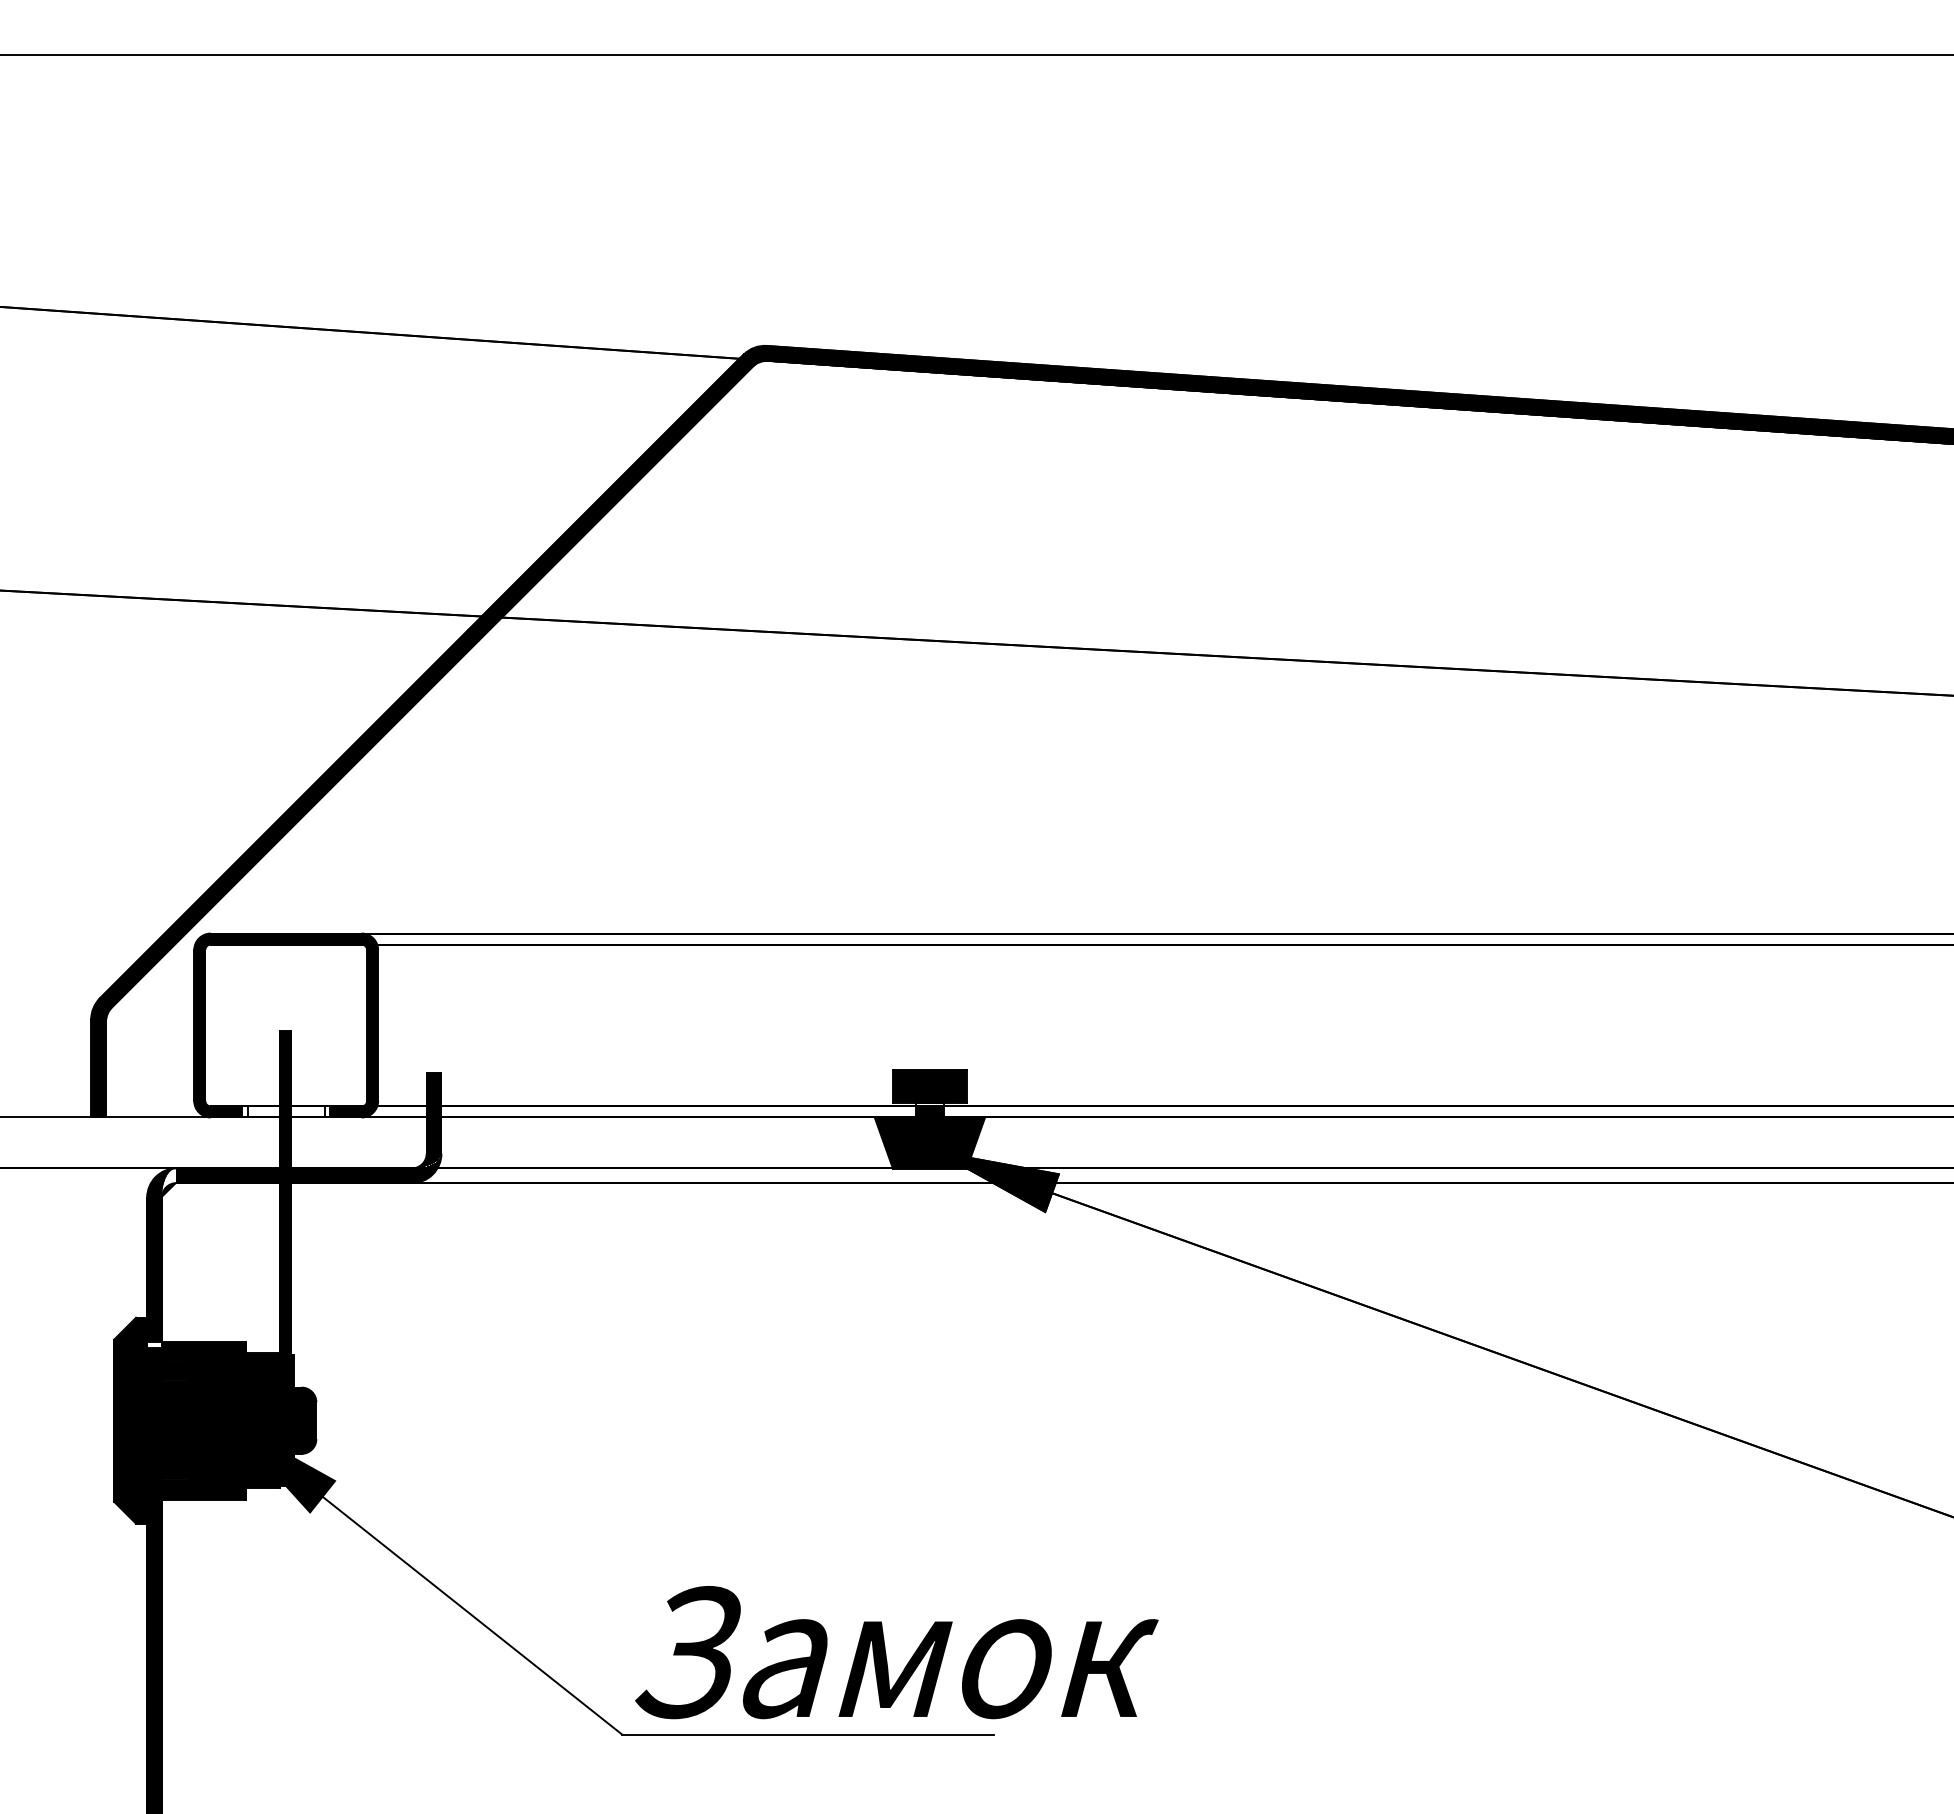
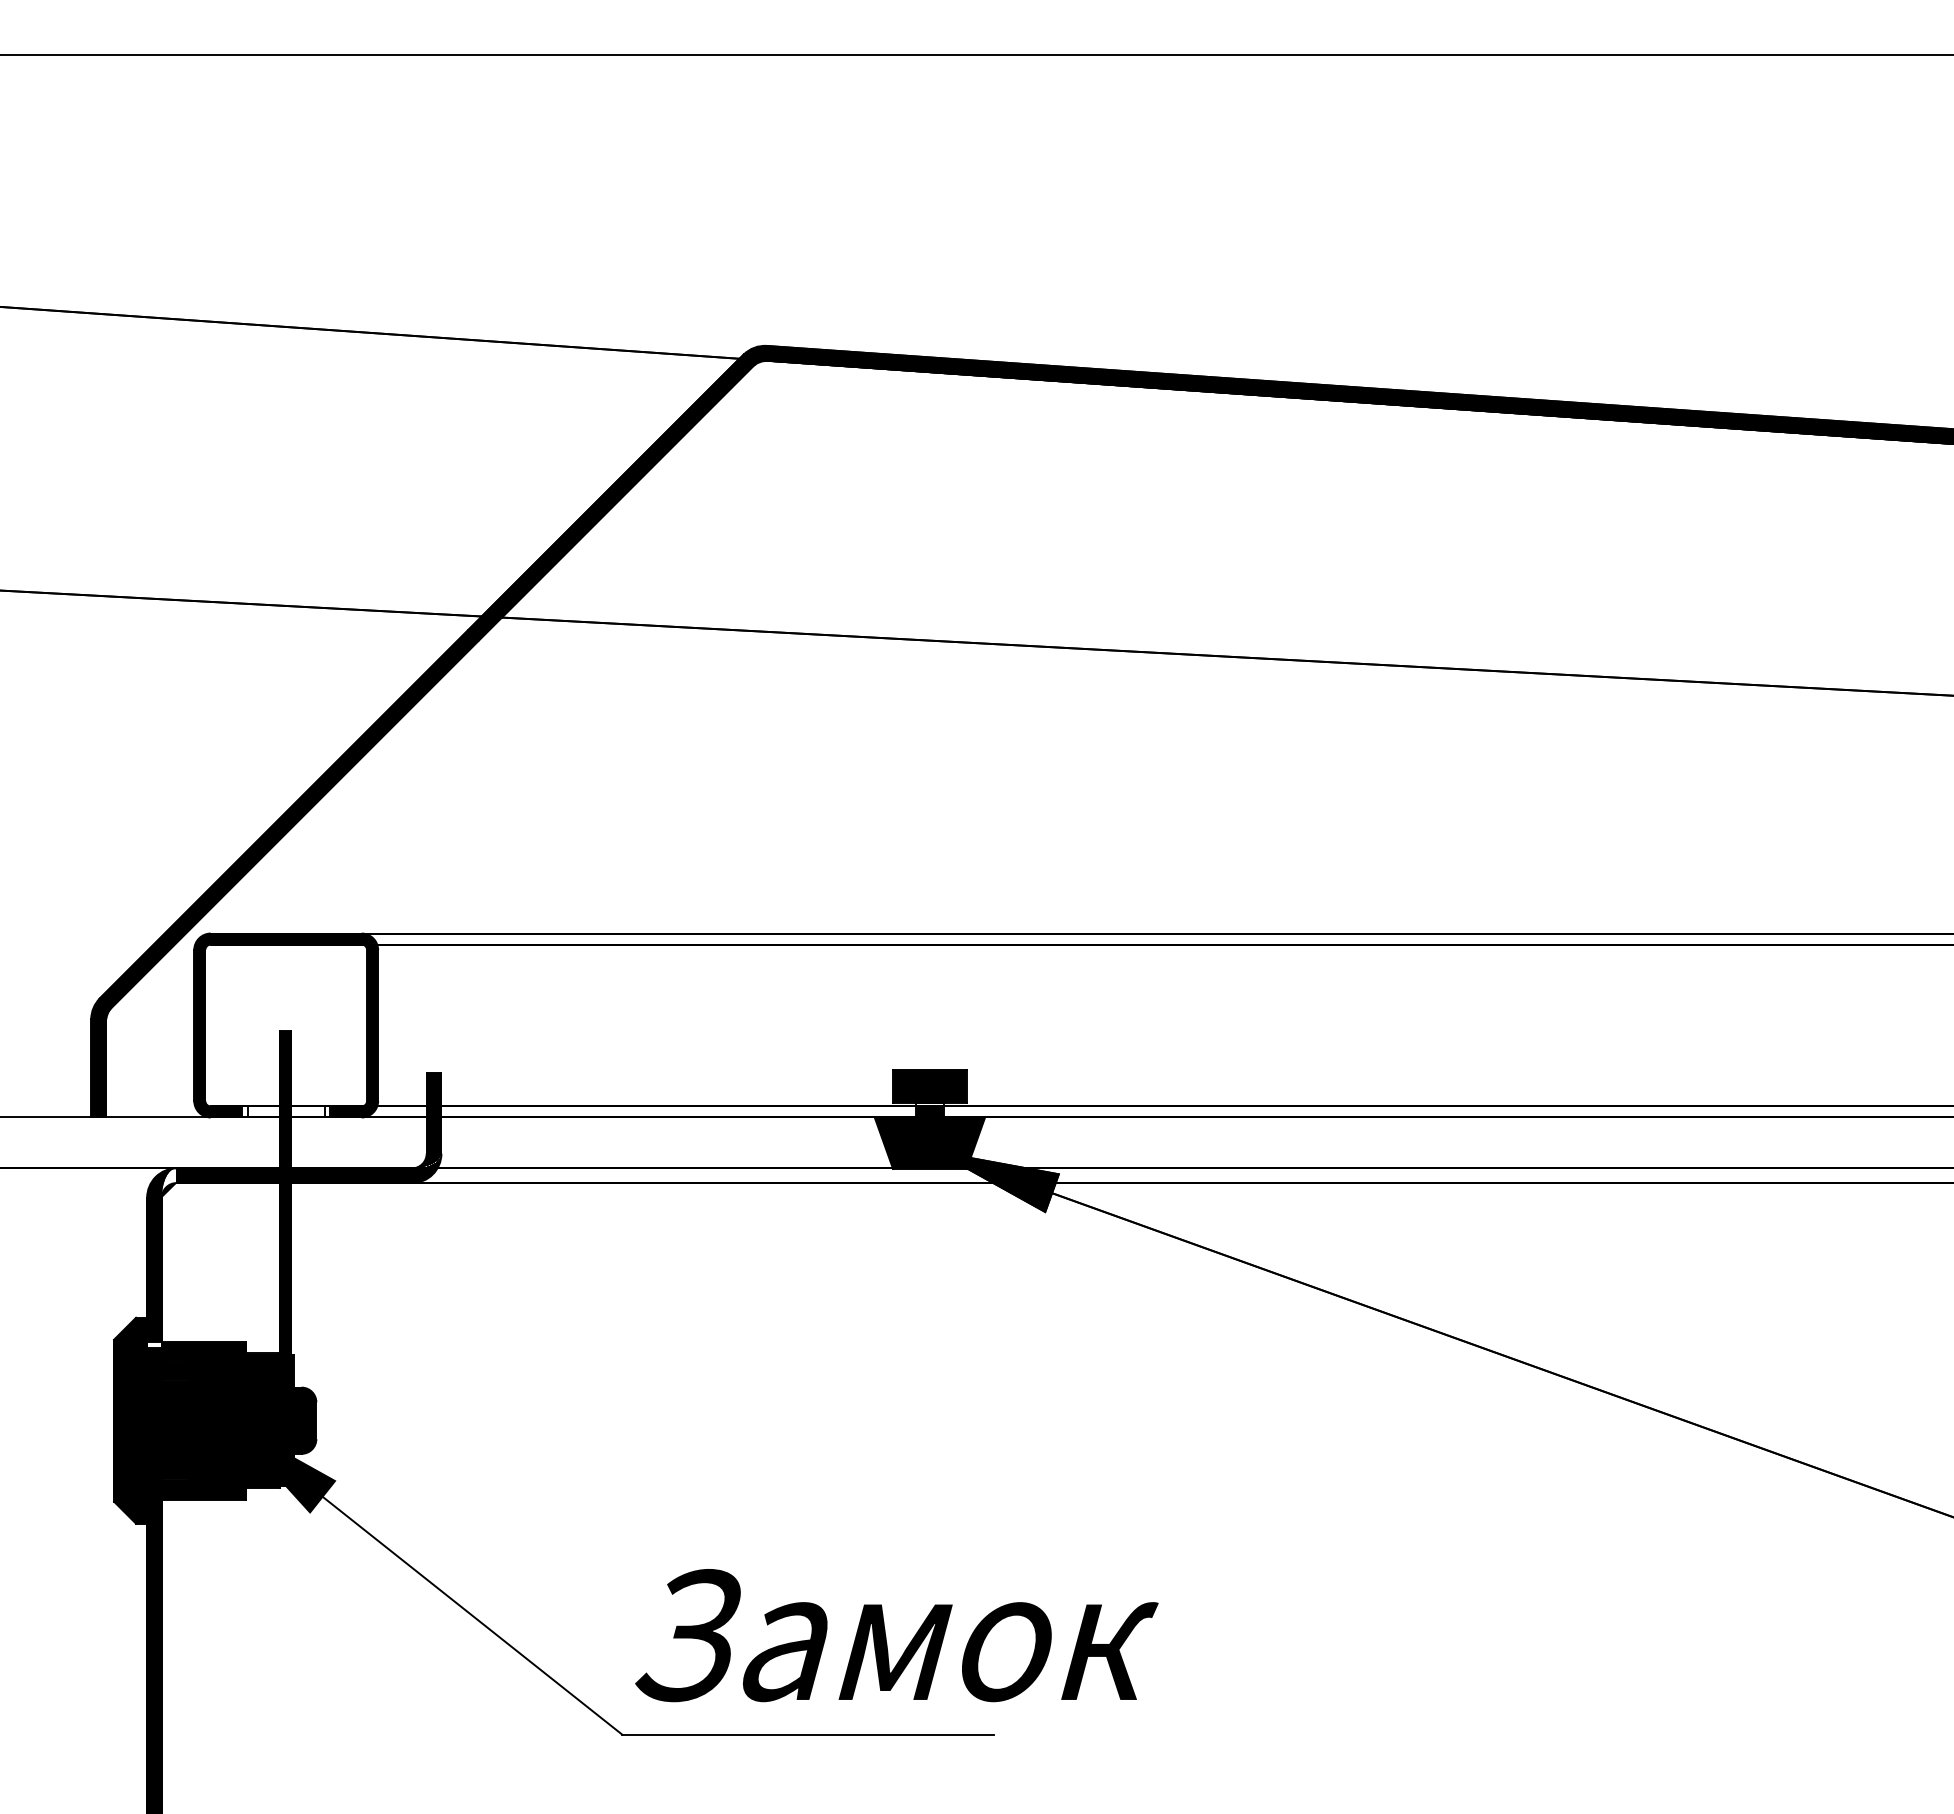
text at (896, 1652) position: (896, 1652) -> (896, 1635)
